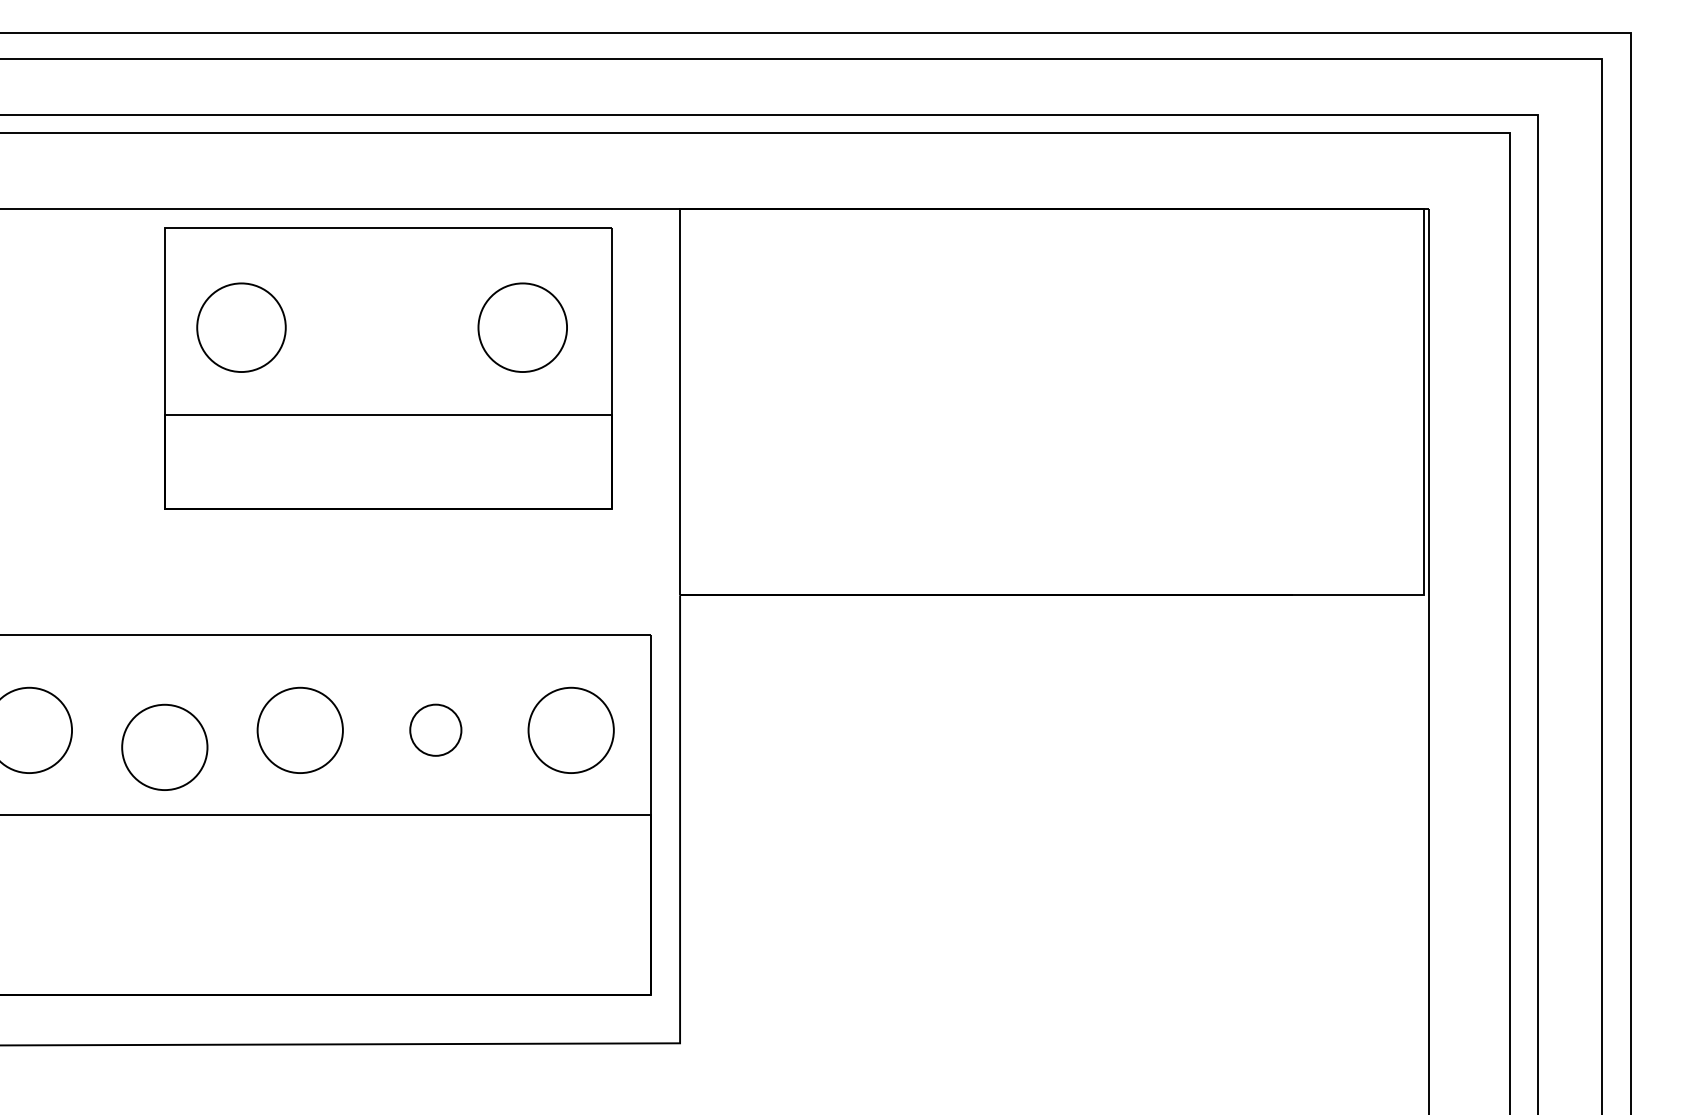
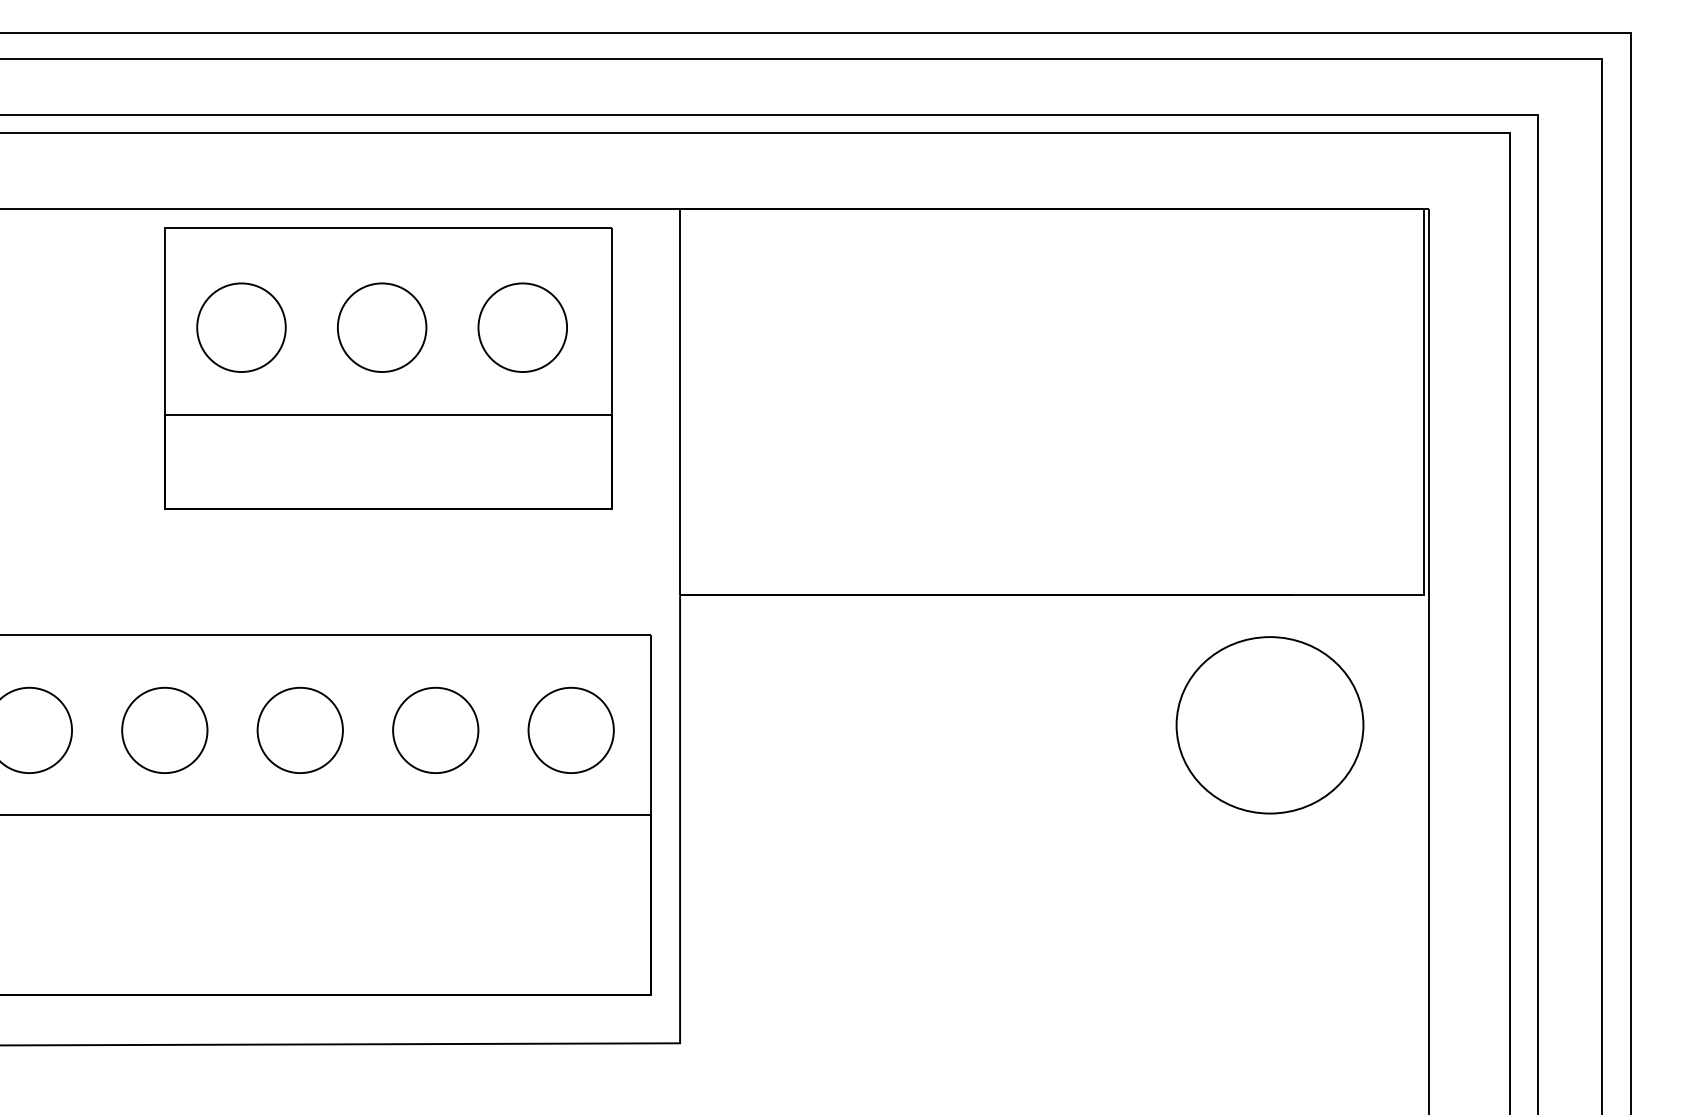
part at (382, 327): none -> present
part at (1269, 725): none -> present
part at (435, 729) size: 54x54 px -> 88x88 px
part at (164, 746) position: (164, 746) -> (164, 729)
